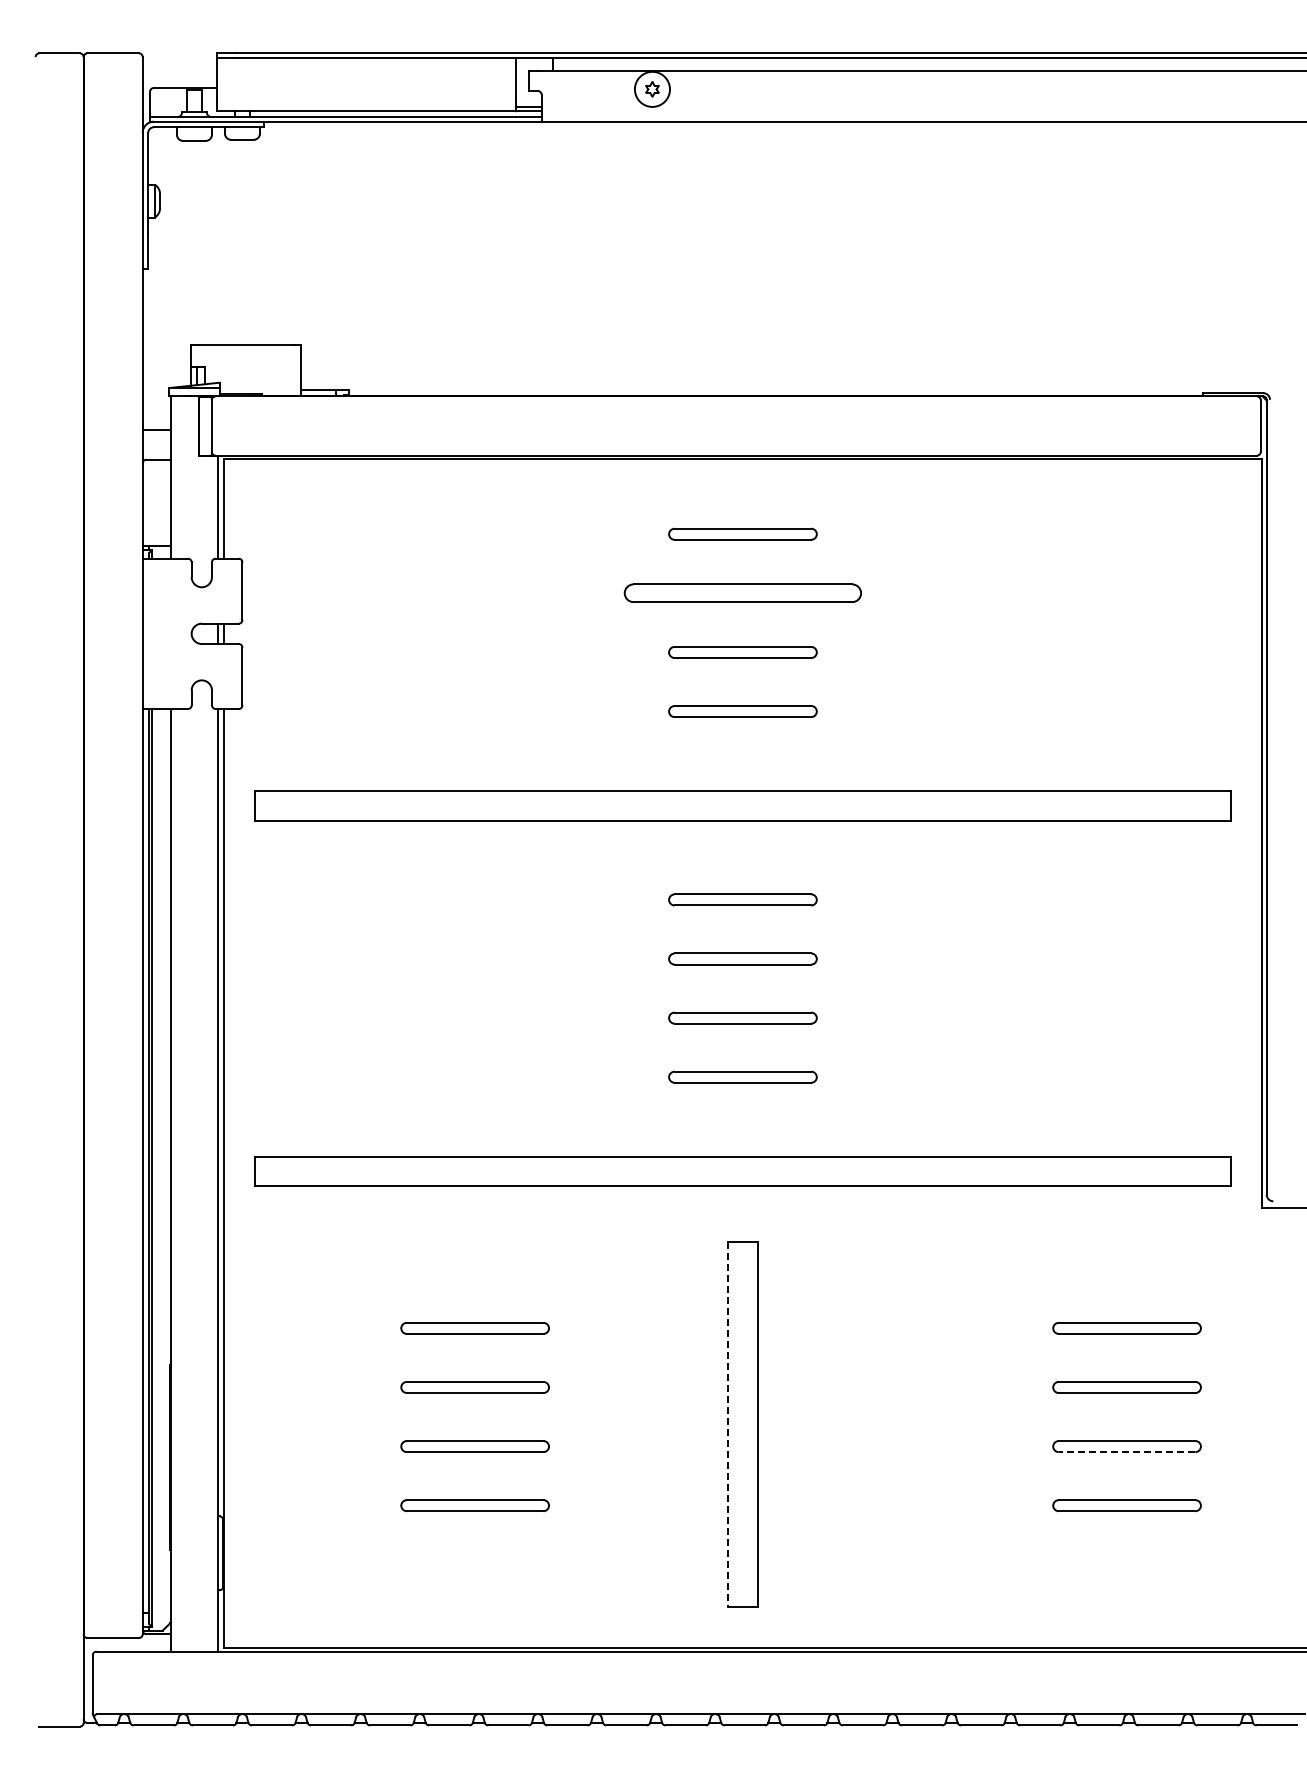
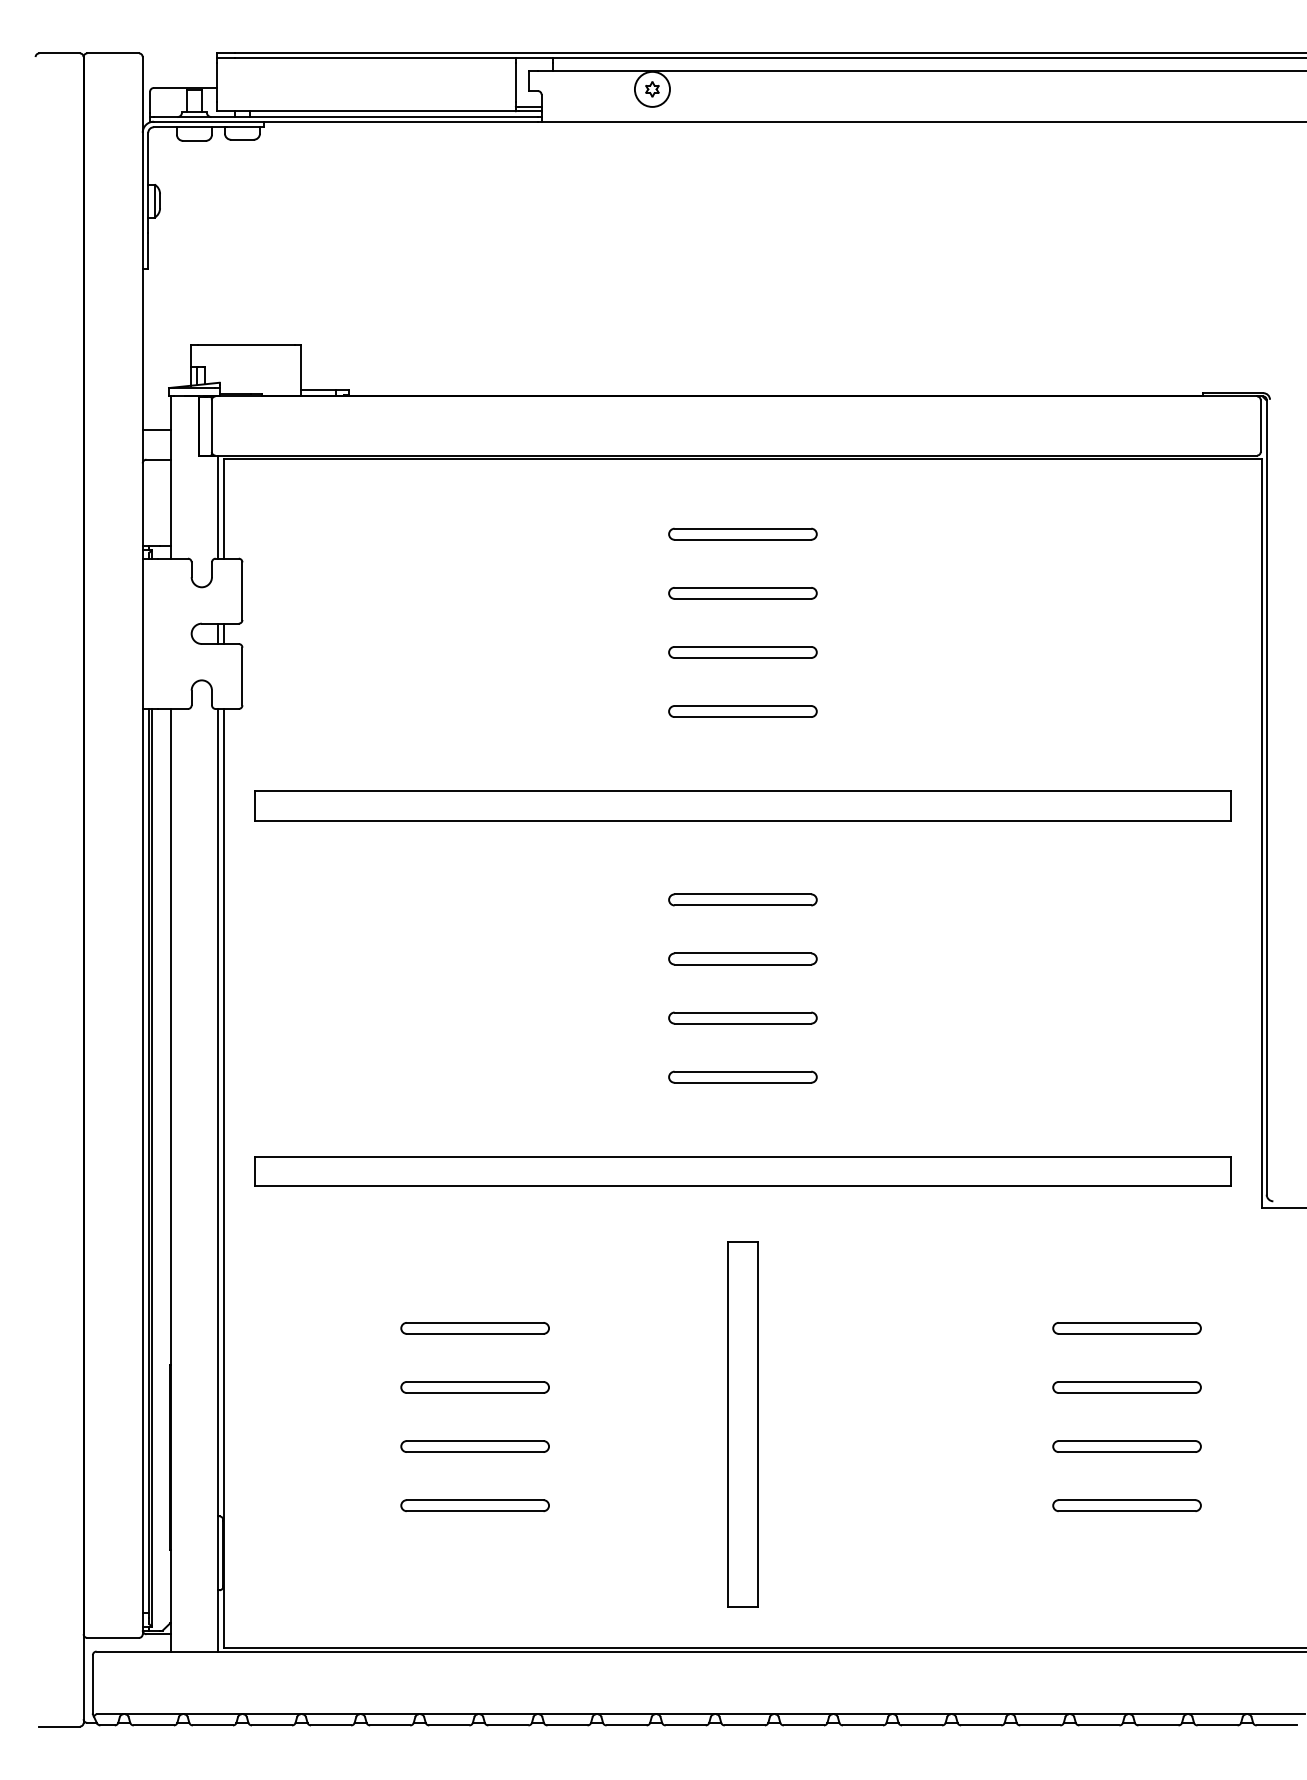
part at (742, 592) size: 239x20 px -> 150x13 px
line at (728, 1424): dashed -> solid
line at (1126, 1452): dashed -> solid
